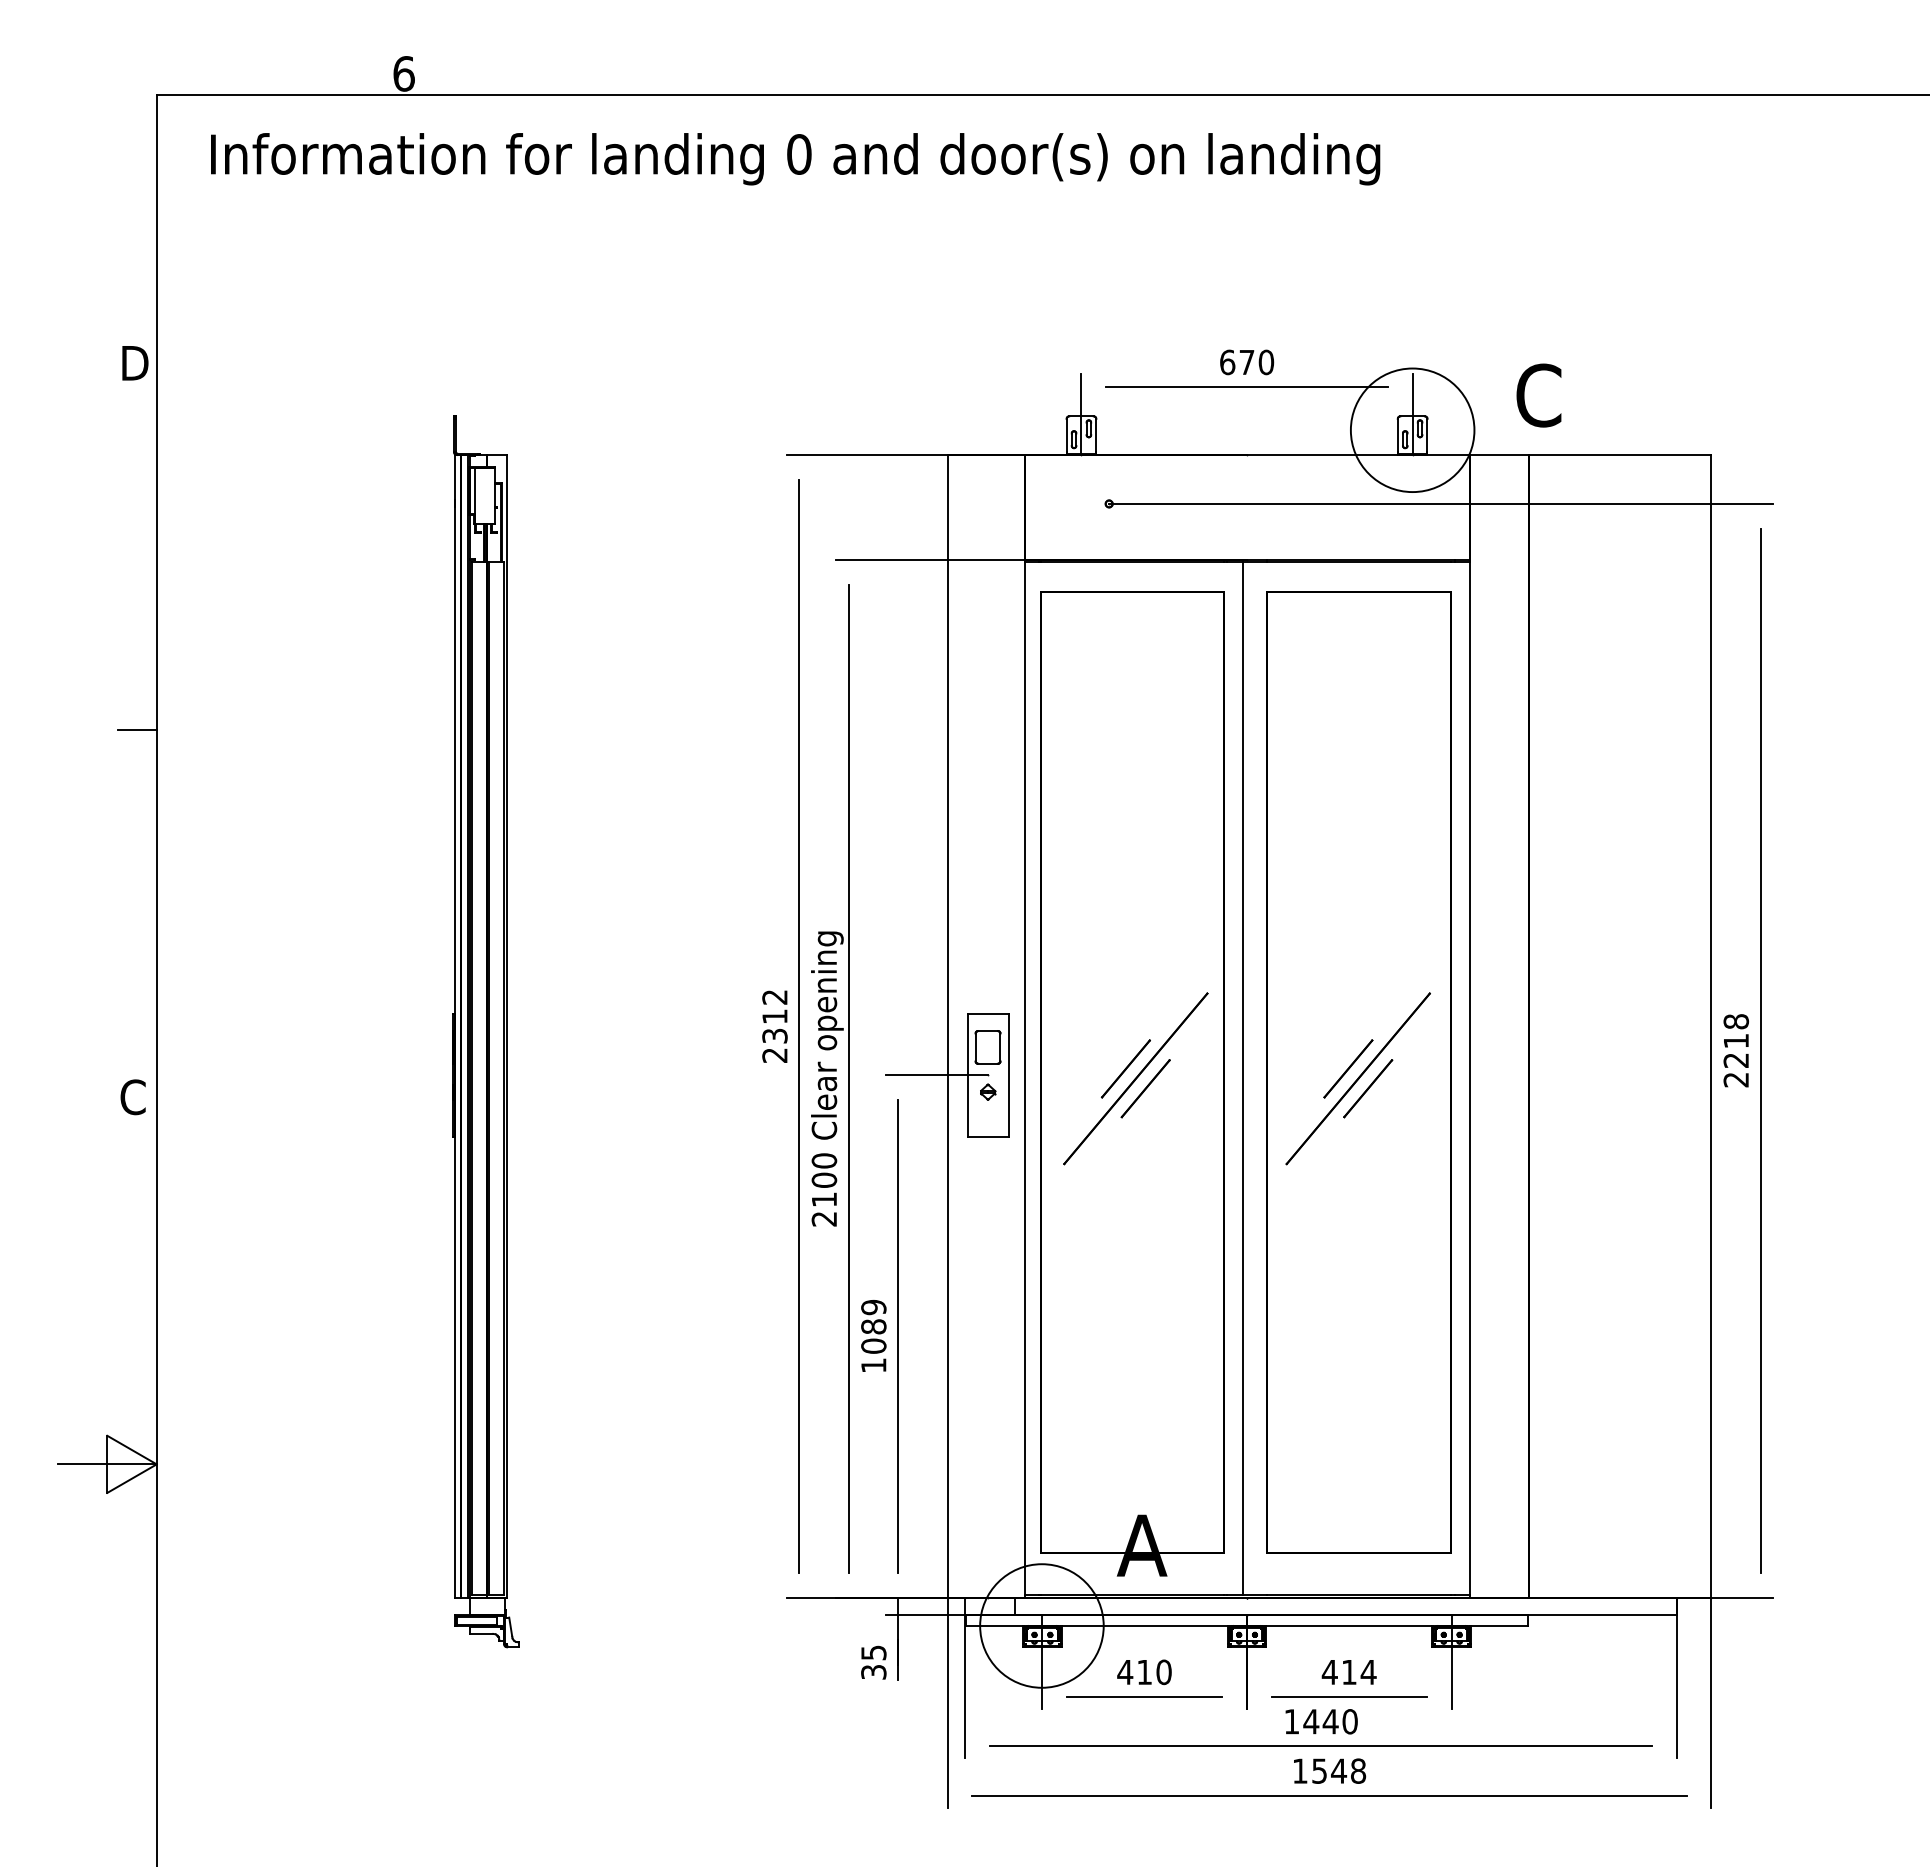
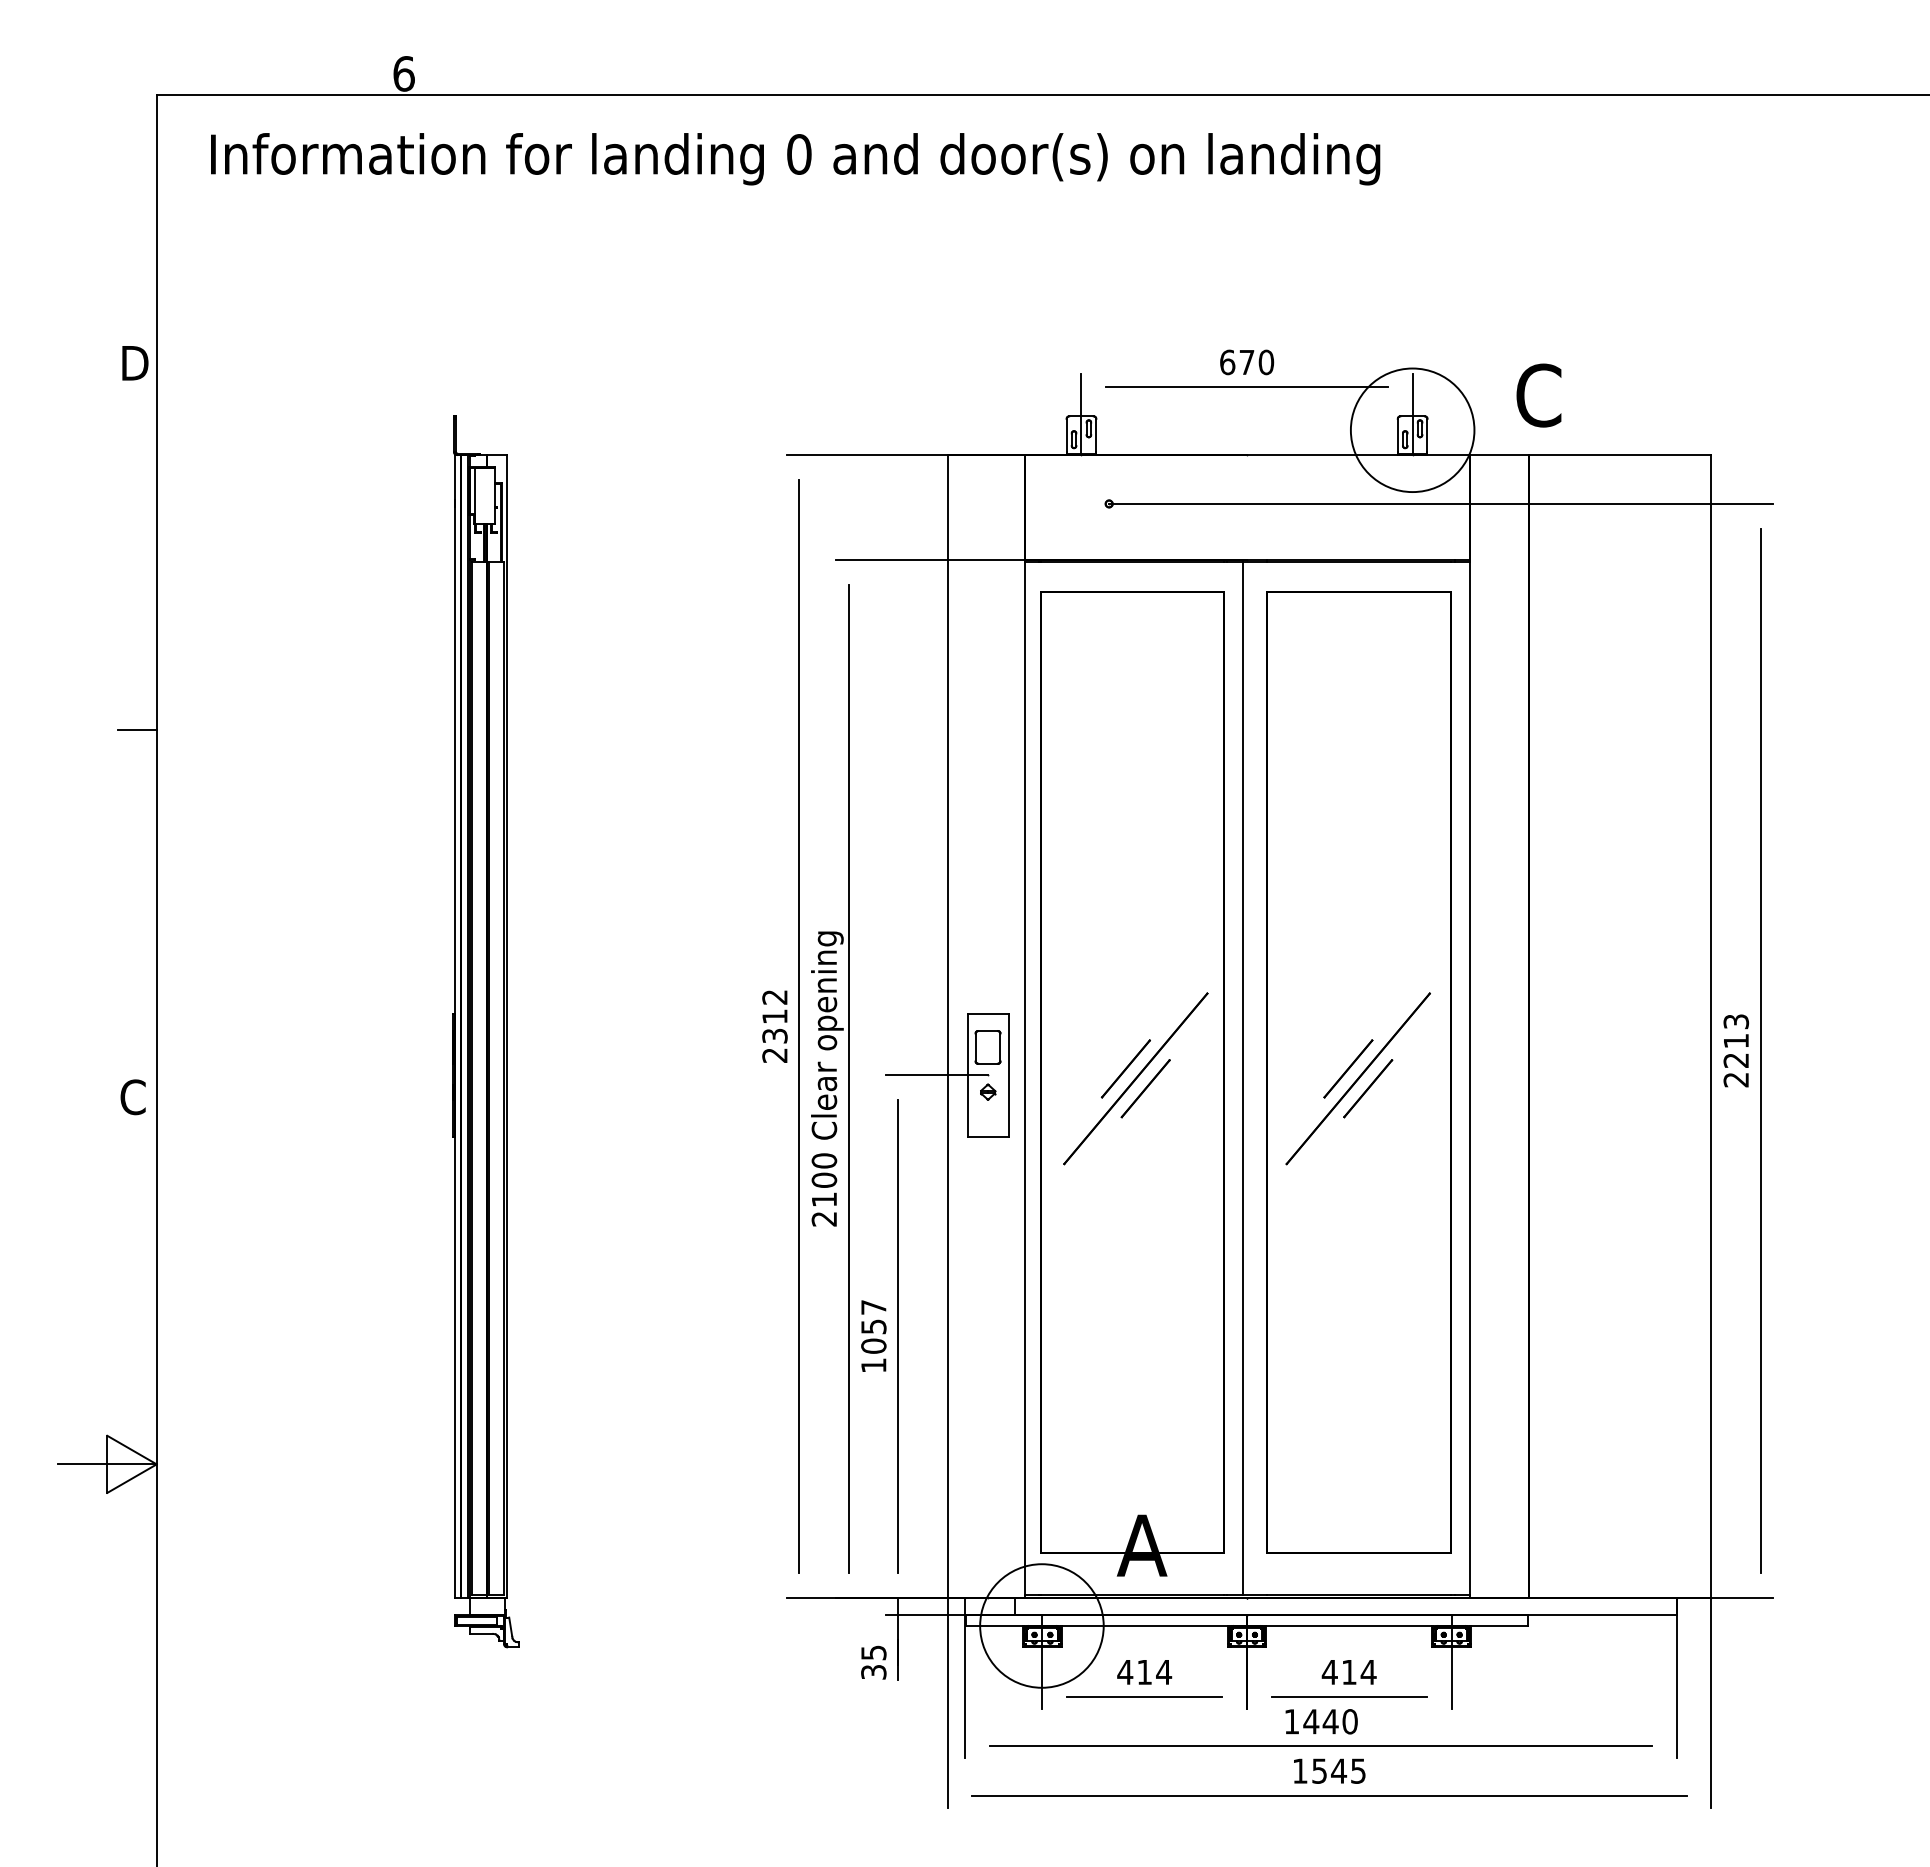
text at (1736, 1021): 2218 -> 2213
text at (873, 1316): 1089 -> 1057
text at (1164, 1672): 410 -> 414
text at (1358, 1770): 1548 -> 1545
